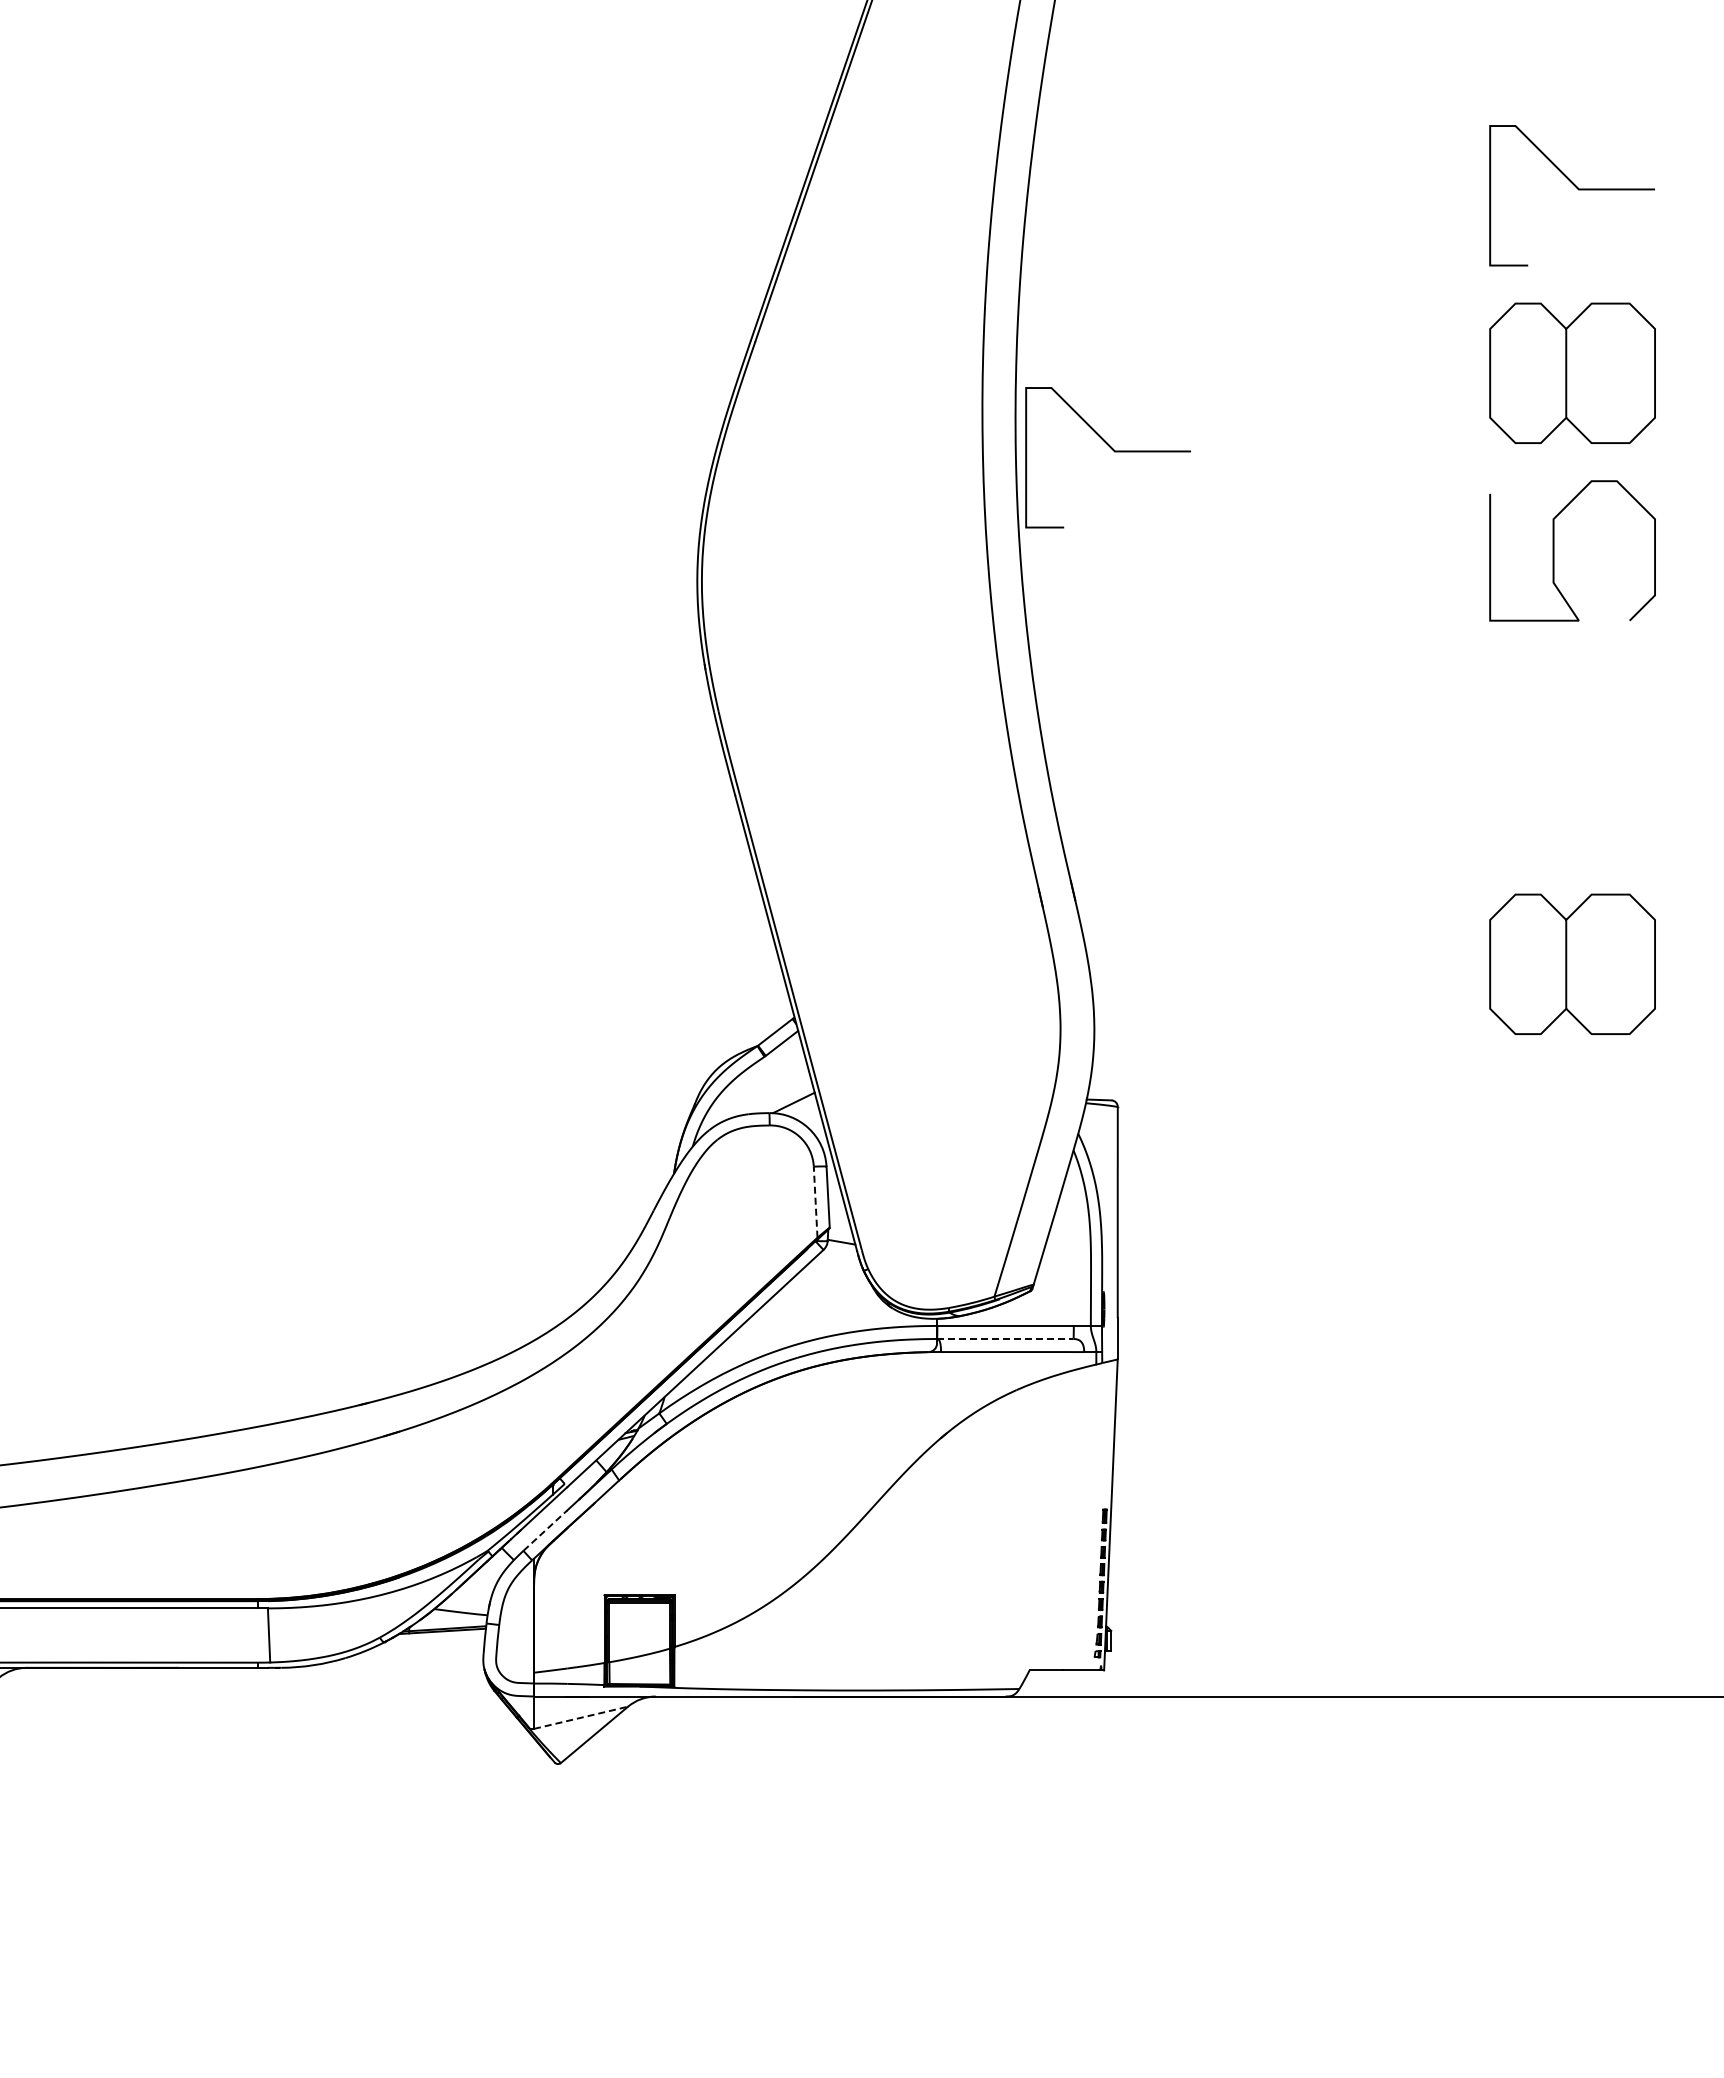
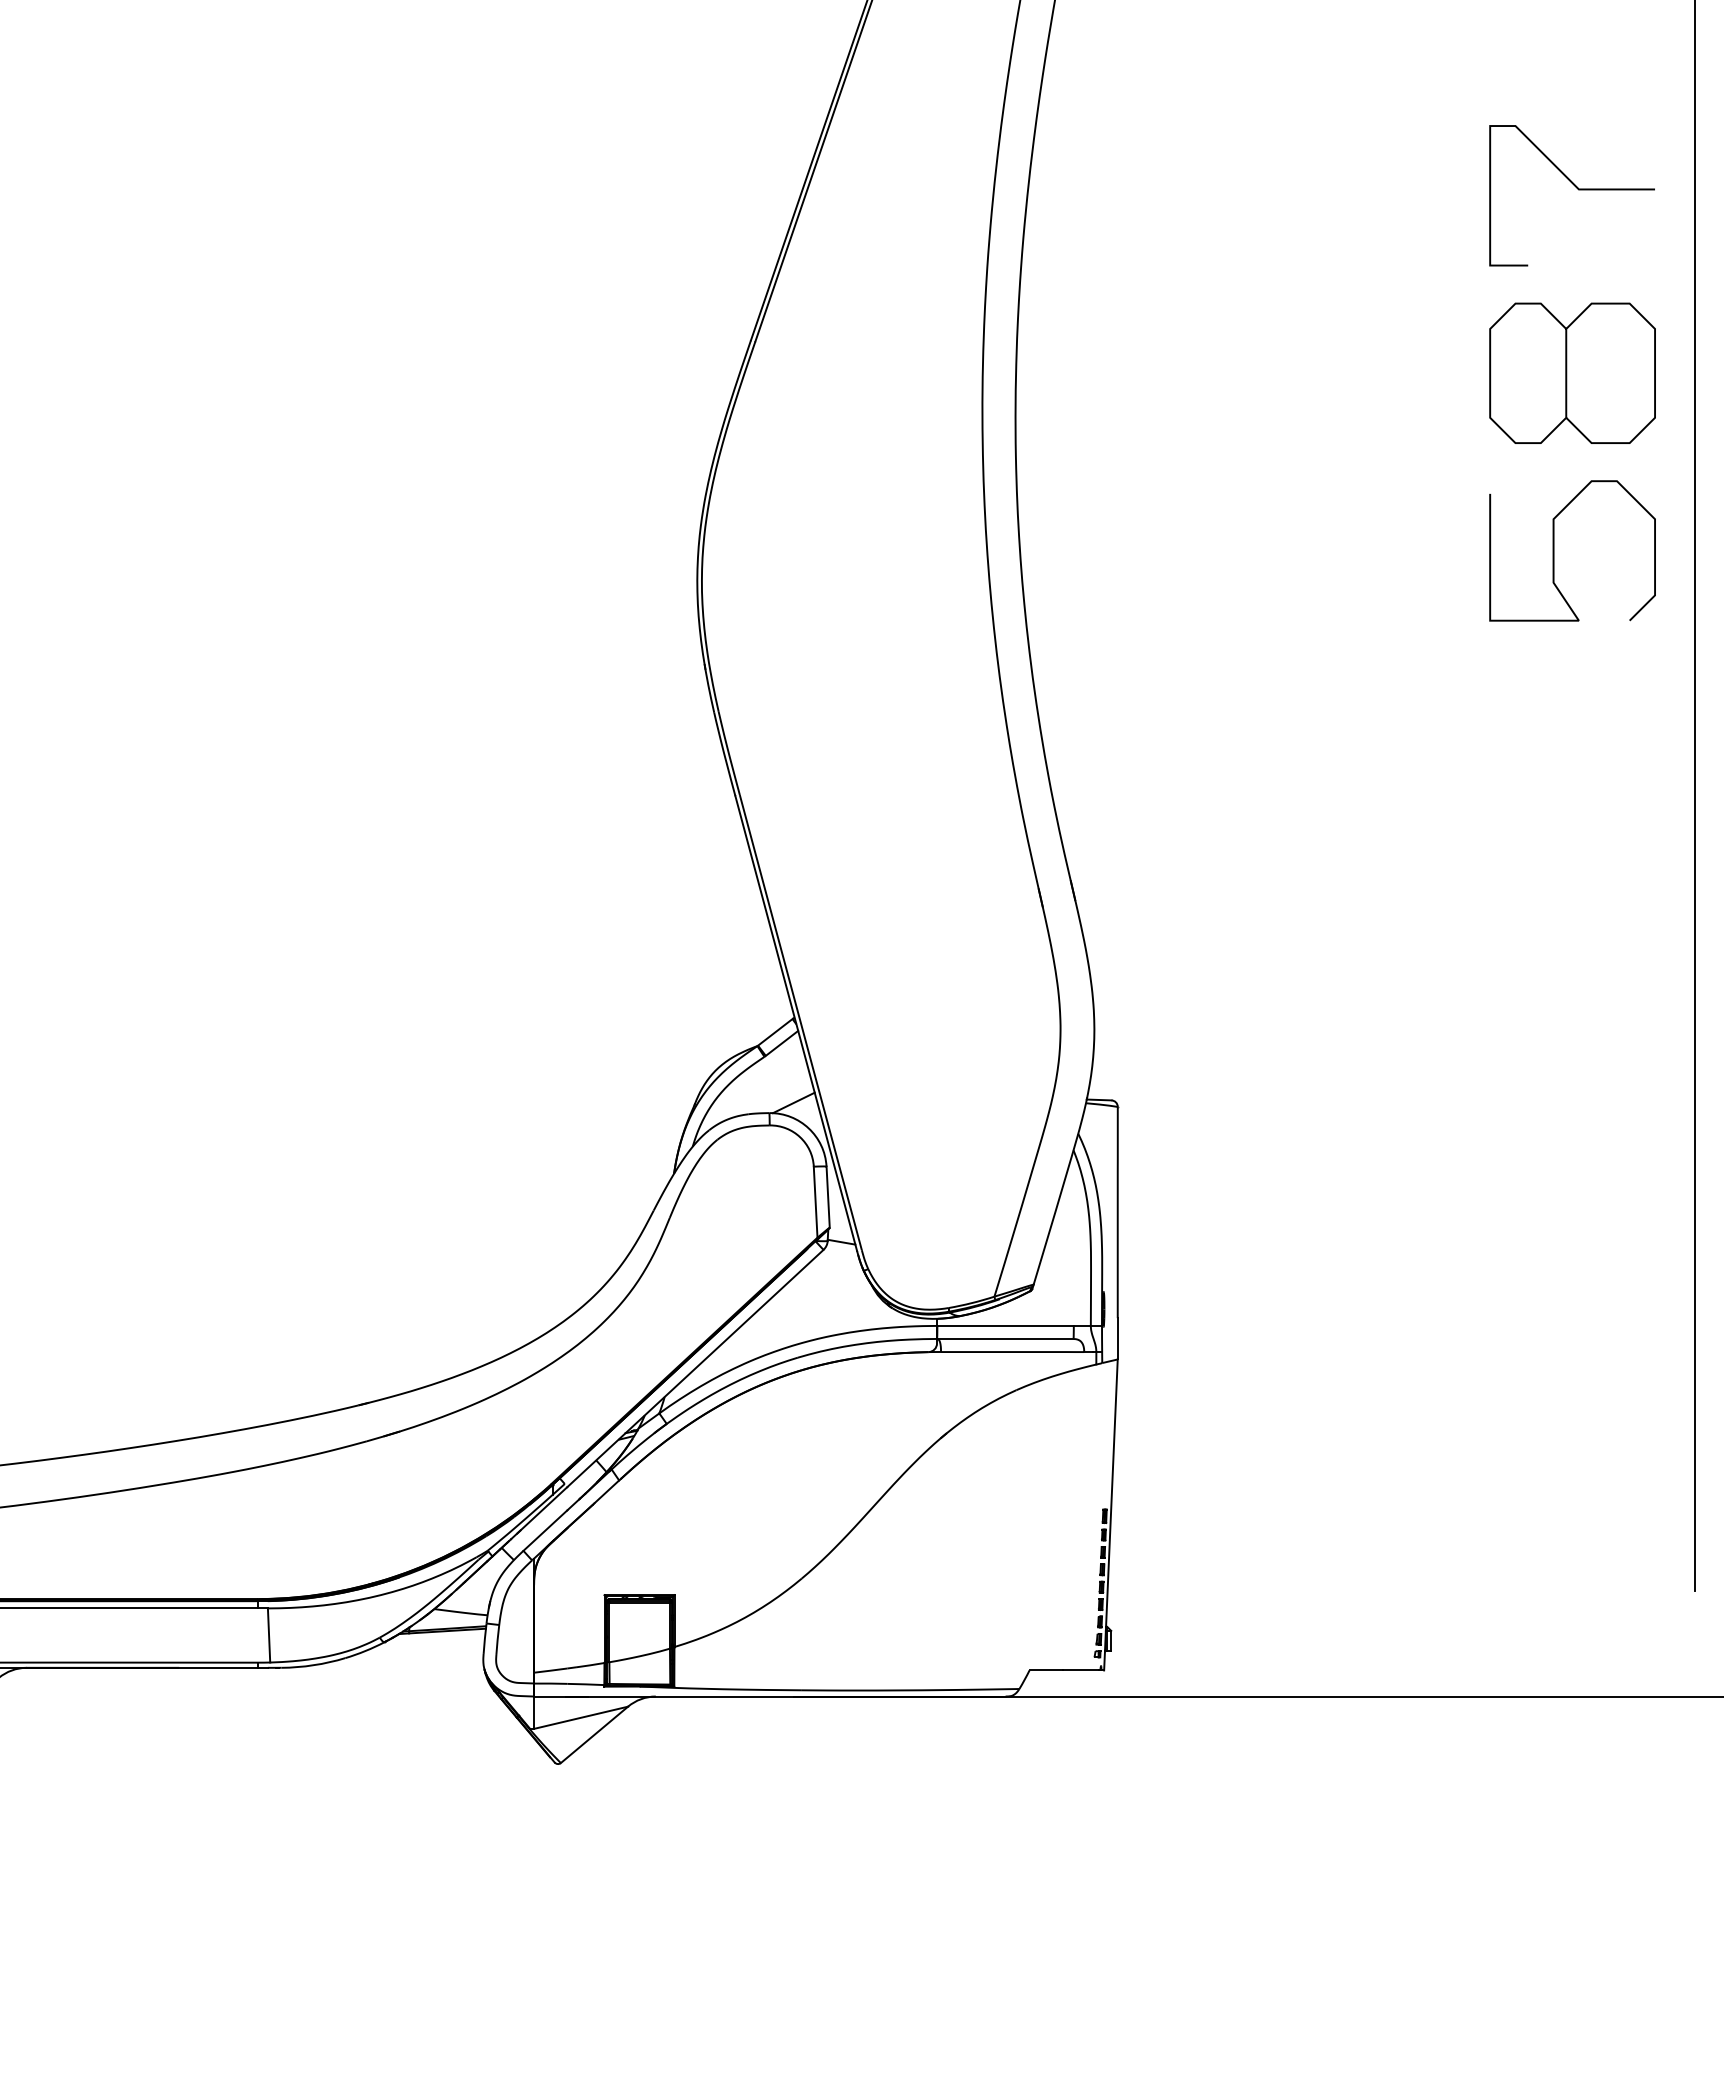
curve at (1113, 451): present -> none
line at (1694, 796): none -> present
curve at (1567, 963): present -> none
line at (815, 1202): dashed -> solid
line at (1005, 1338): dashed -> solid
line at (545, 1530): dashed -> solid
line at (581, 1717): dashed -> solid
